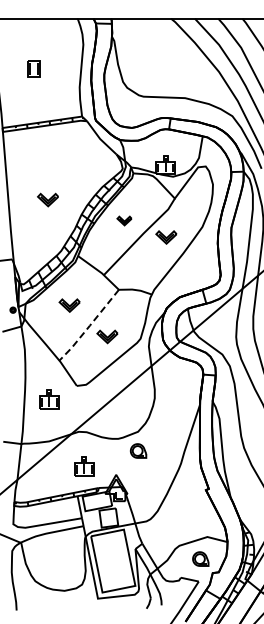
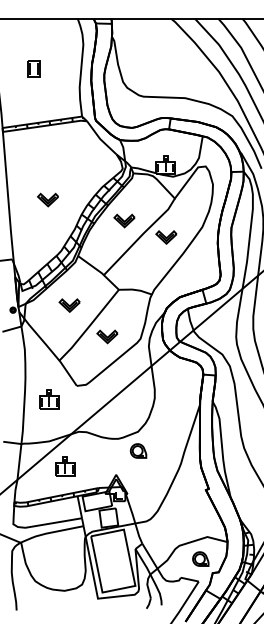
part at (124, 220) size: 17x12 px -> 23x16 px
line at (89, 325): dashed -> solid
part at (84, 466) position: (84, 466) -> (65, 466)
